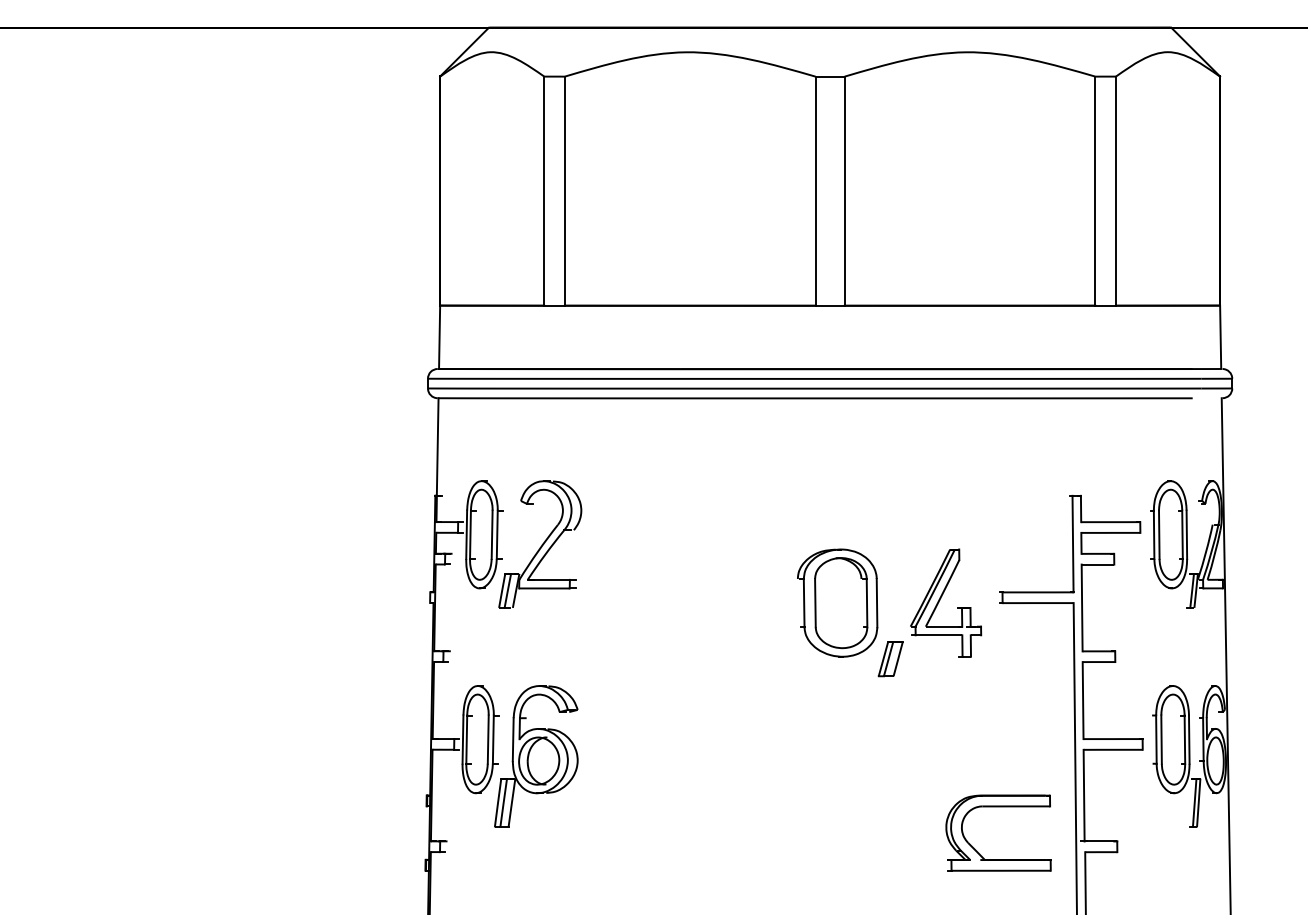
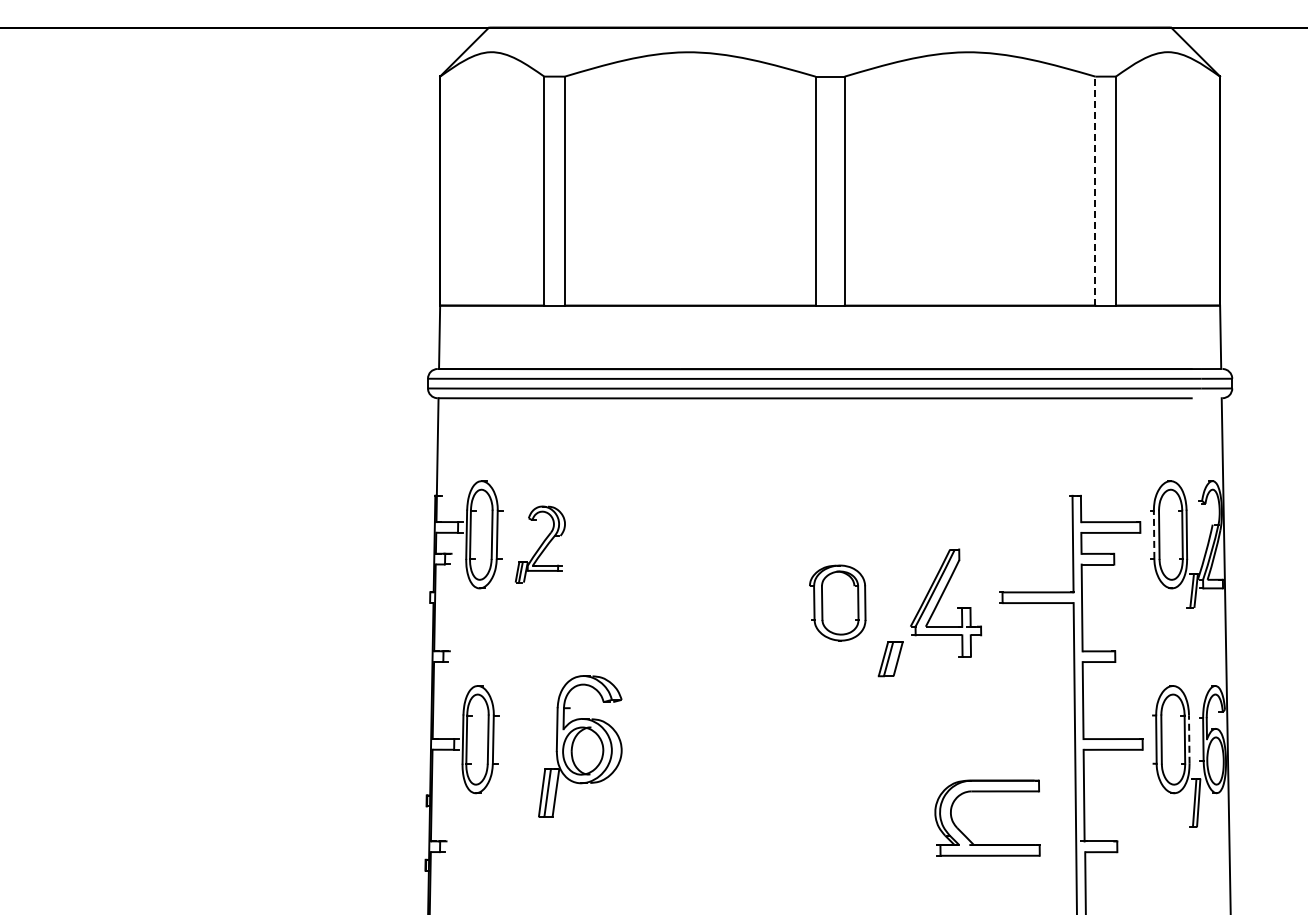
line at (1095, 191): solid -> dashed
line at (1154, 534): solid -> dashed
part at (540, 544) size: 85x129 px -> 52x79 px
part at (837, 602) size: 82x110 px -> 58x78 px
line at (1189, 739): solid -> dashed
part at (536, 756) position: (536, 756) -> (580, 746)
part at (998, 807) position: (998, 807) -> (987, 792)
